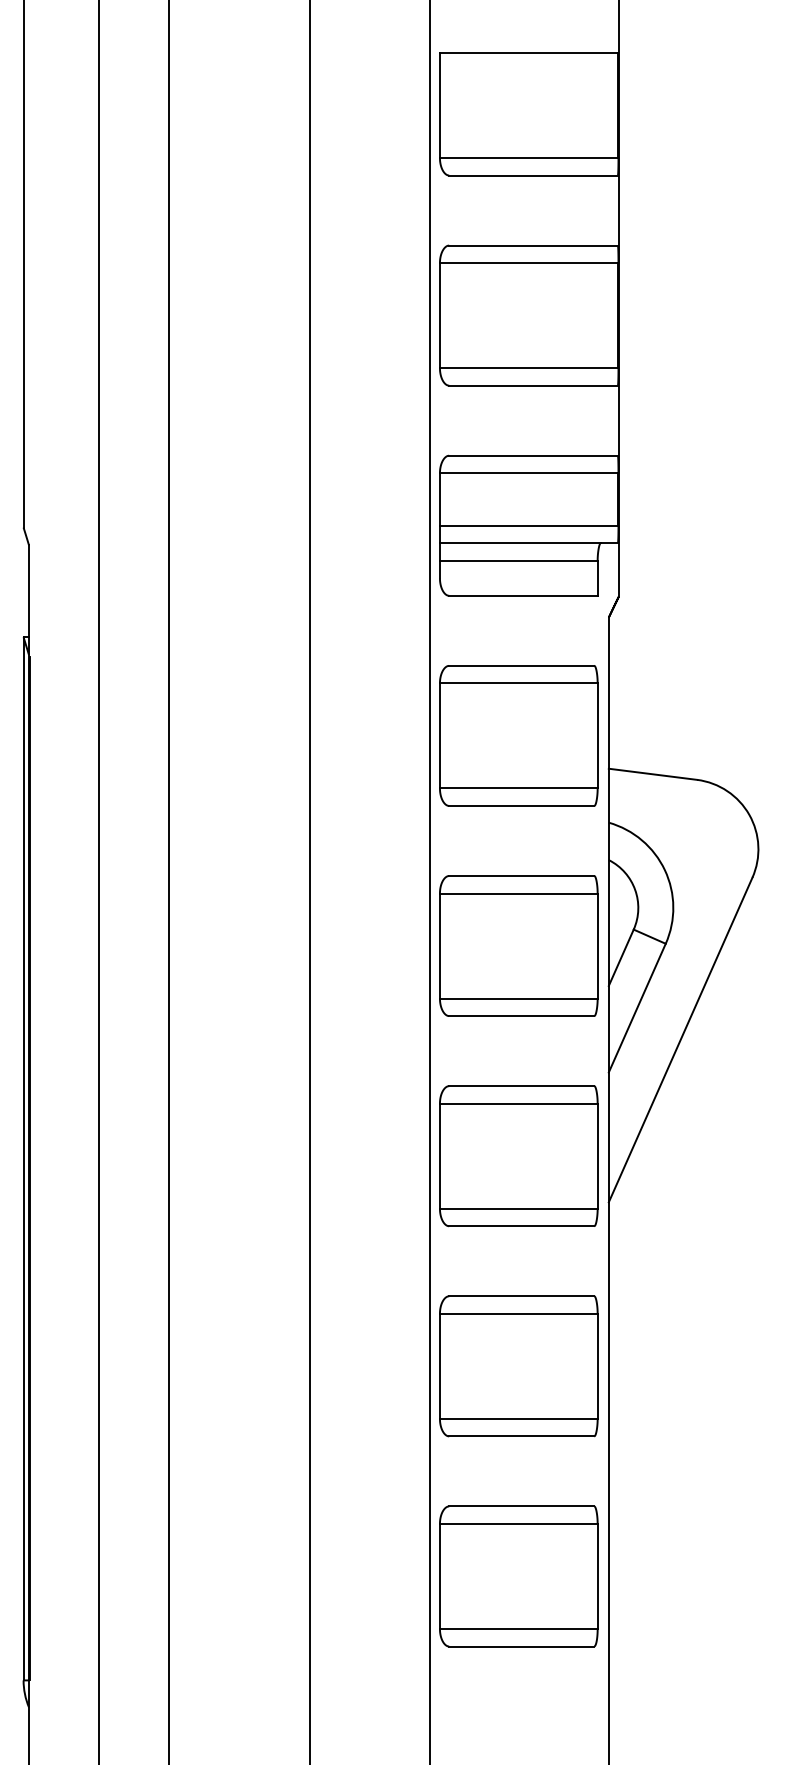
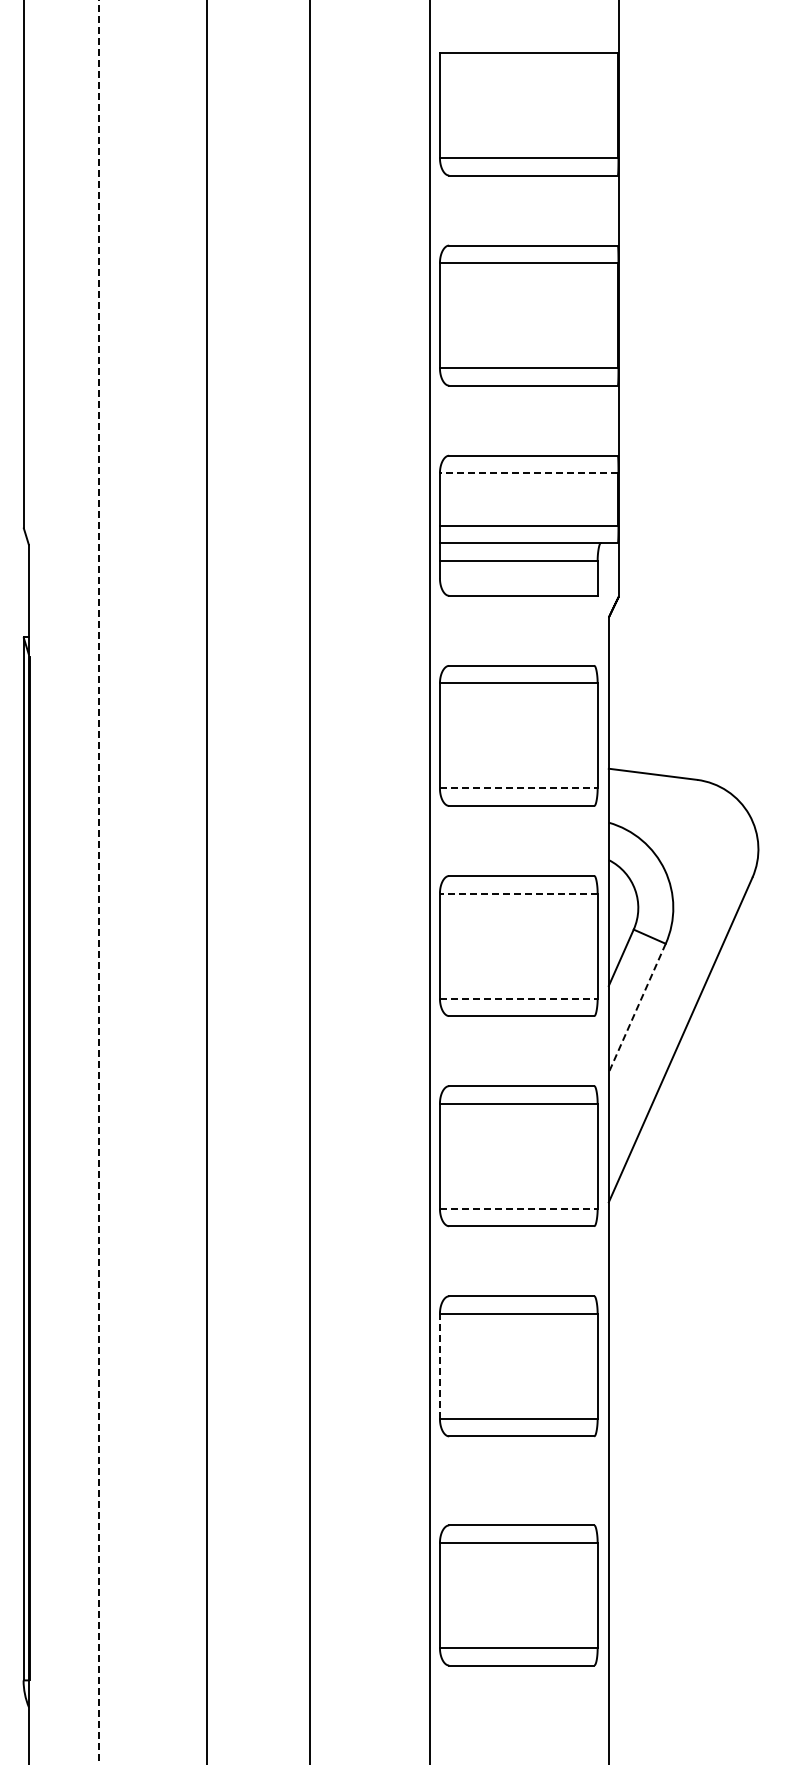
line at (528, 473): solid -> dashed
line at (518, 788): solid -> dashed
line at (169, 881) position: (169, 881) -> (207, 881)
line at (98, 882): solid -> dashed
line at (518, 893): solid -> dashed
line at (518, 998): solid -> dashed
line at (637, 1008): solid -> dashed
line at (518, 1208): solid -> dashed
line at (439, 1366): solid -> dashed
part at (518, 1576) position: (518, 1576) -> (518, 1595)
